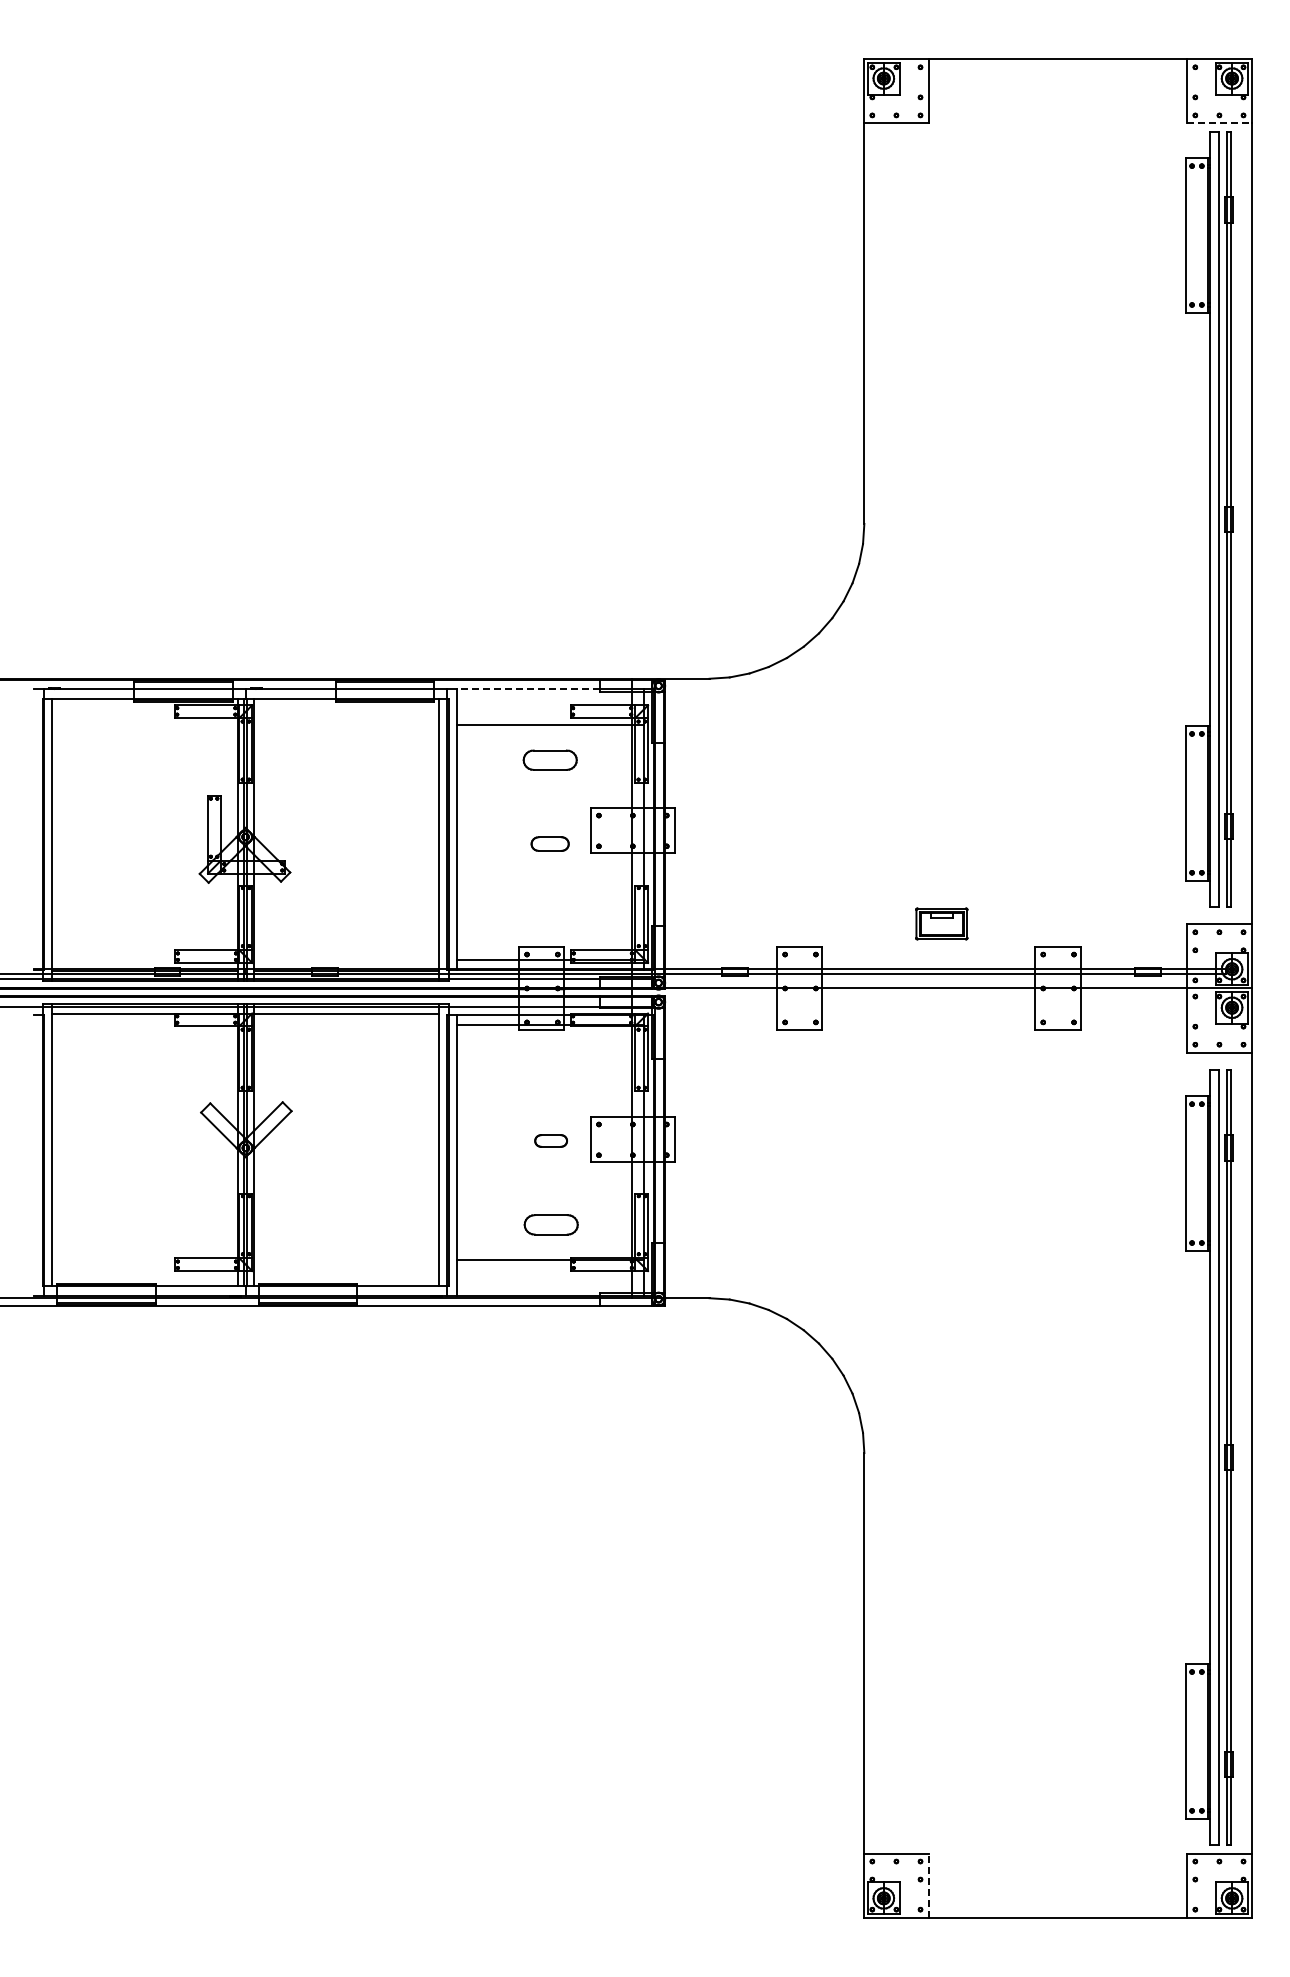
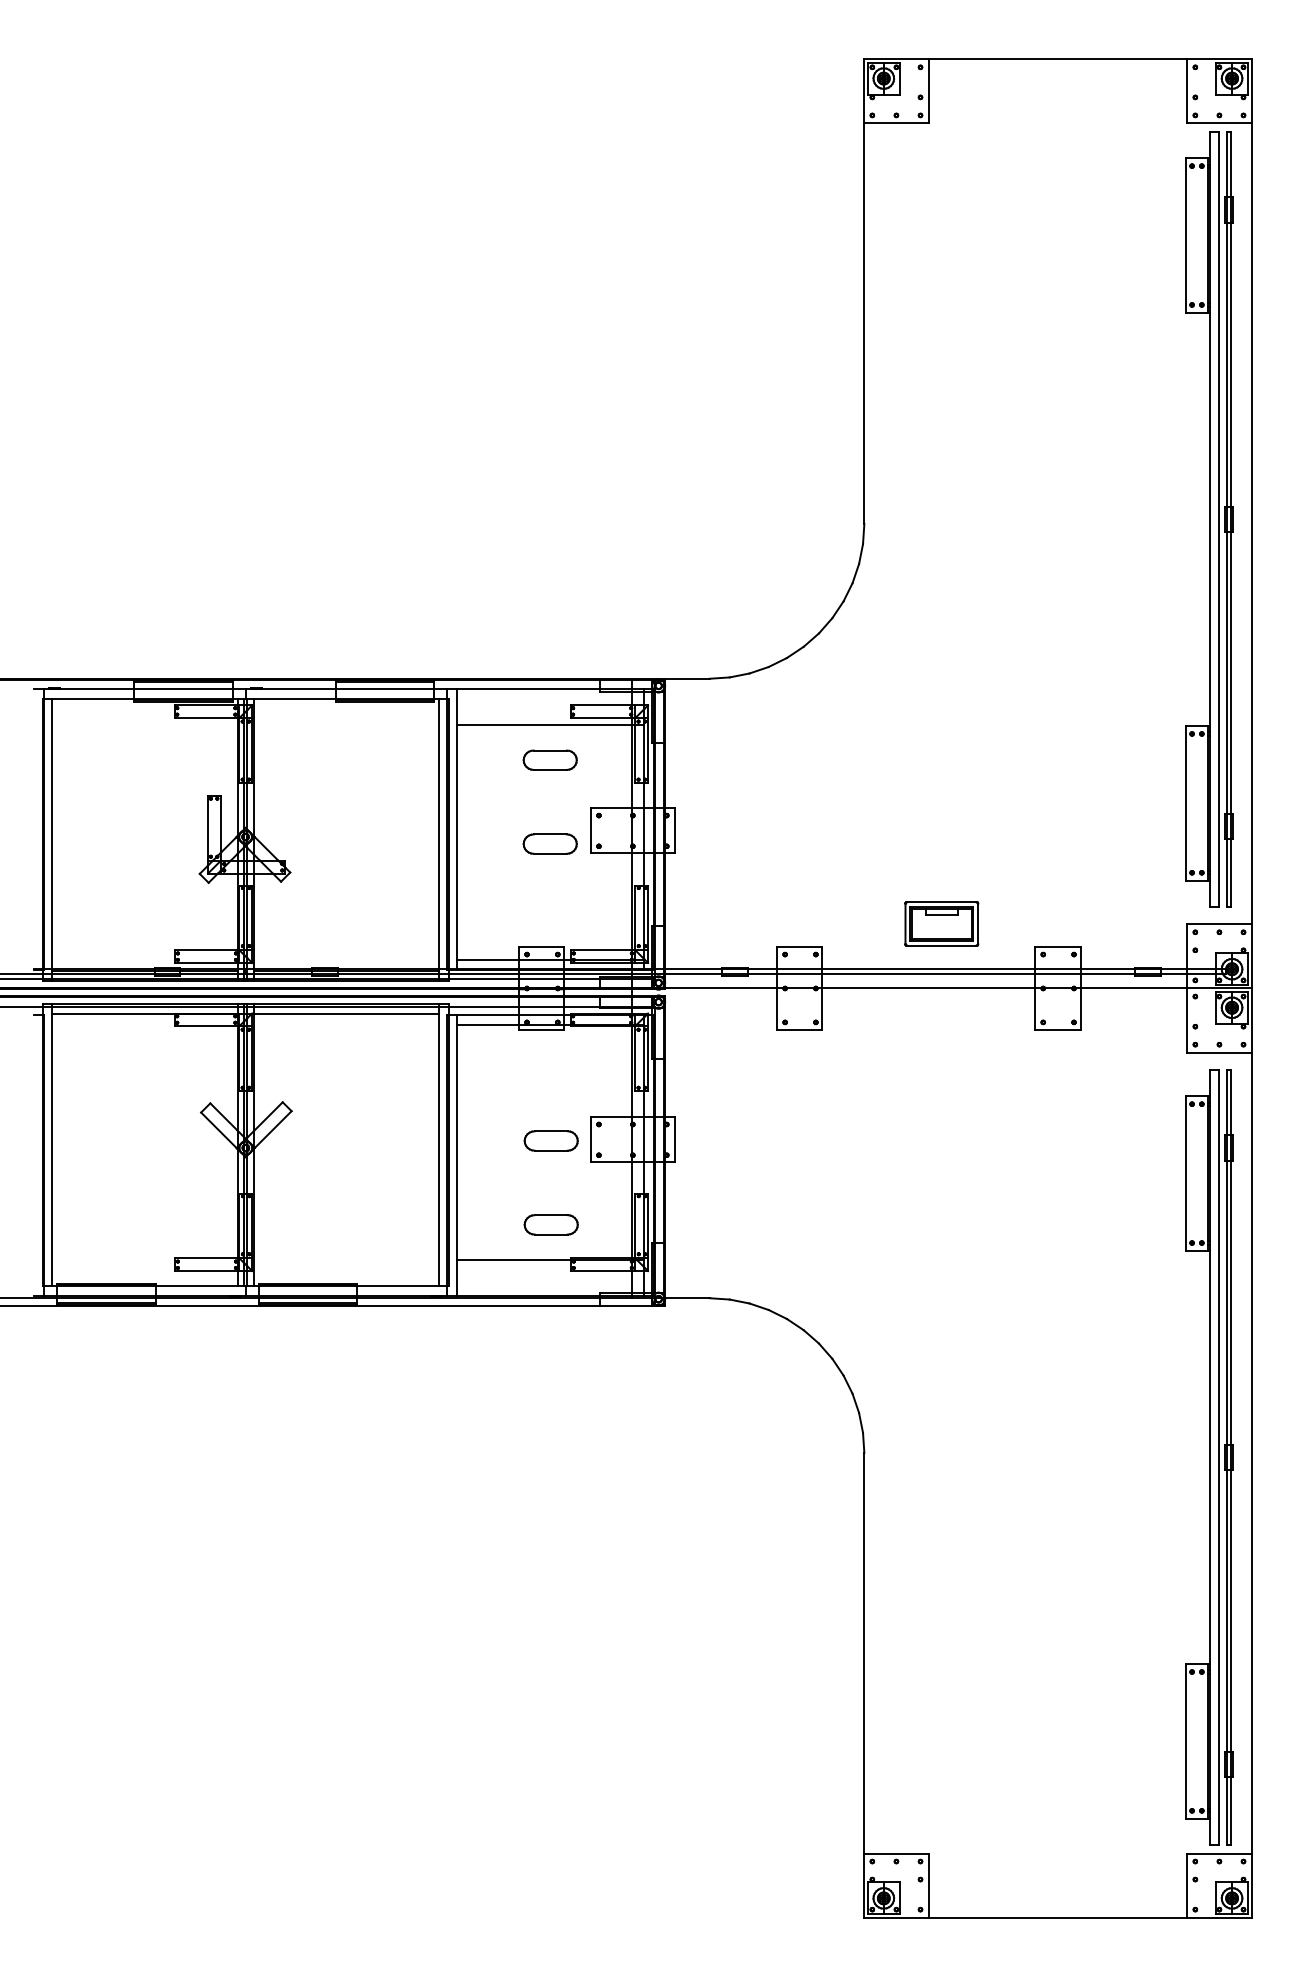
line at (1219, 123): dashed -> solid
line at (528, 689): dashed -> solid
part at (549, 843) size: 40x16 px -> 56x22 px
part at (941, 923) size: 54x34 px -> 76x46 px
part at (550, 1140) size: 34x14 px -> 56x22 px
line at (928, 1885): dashed -> solid
